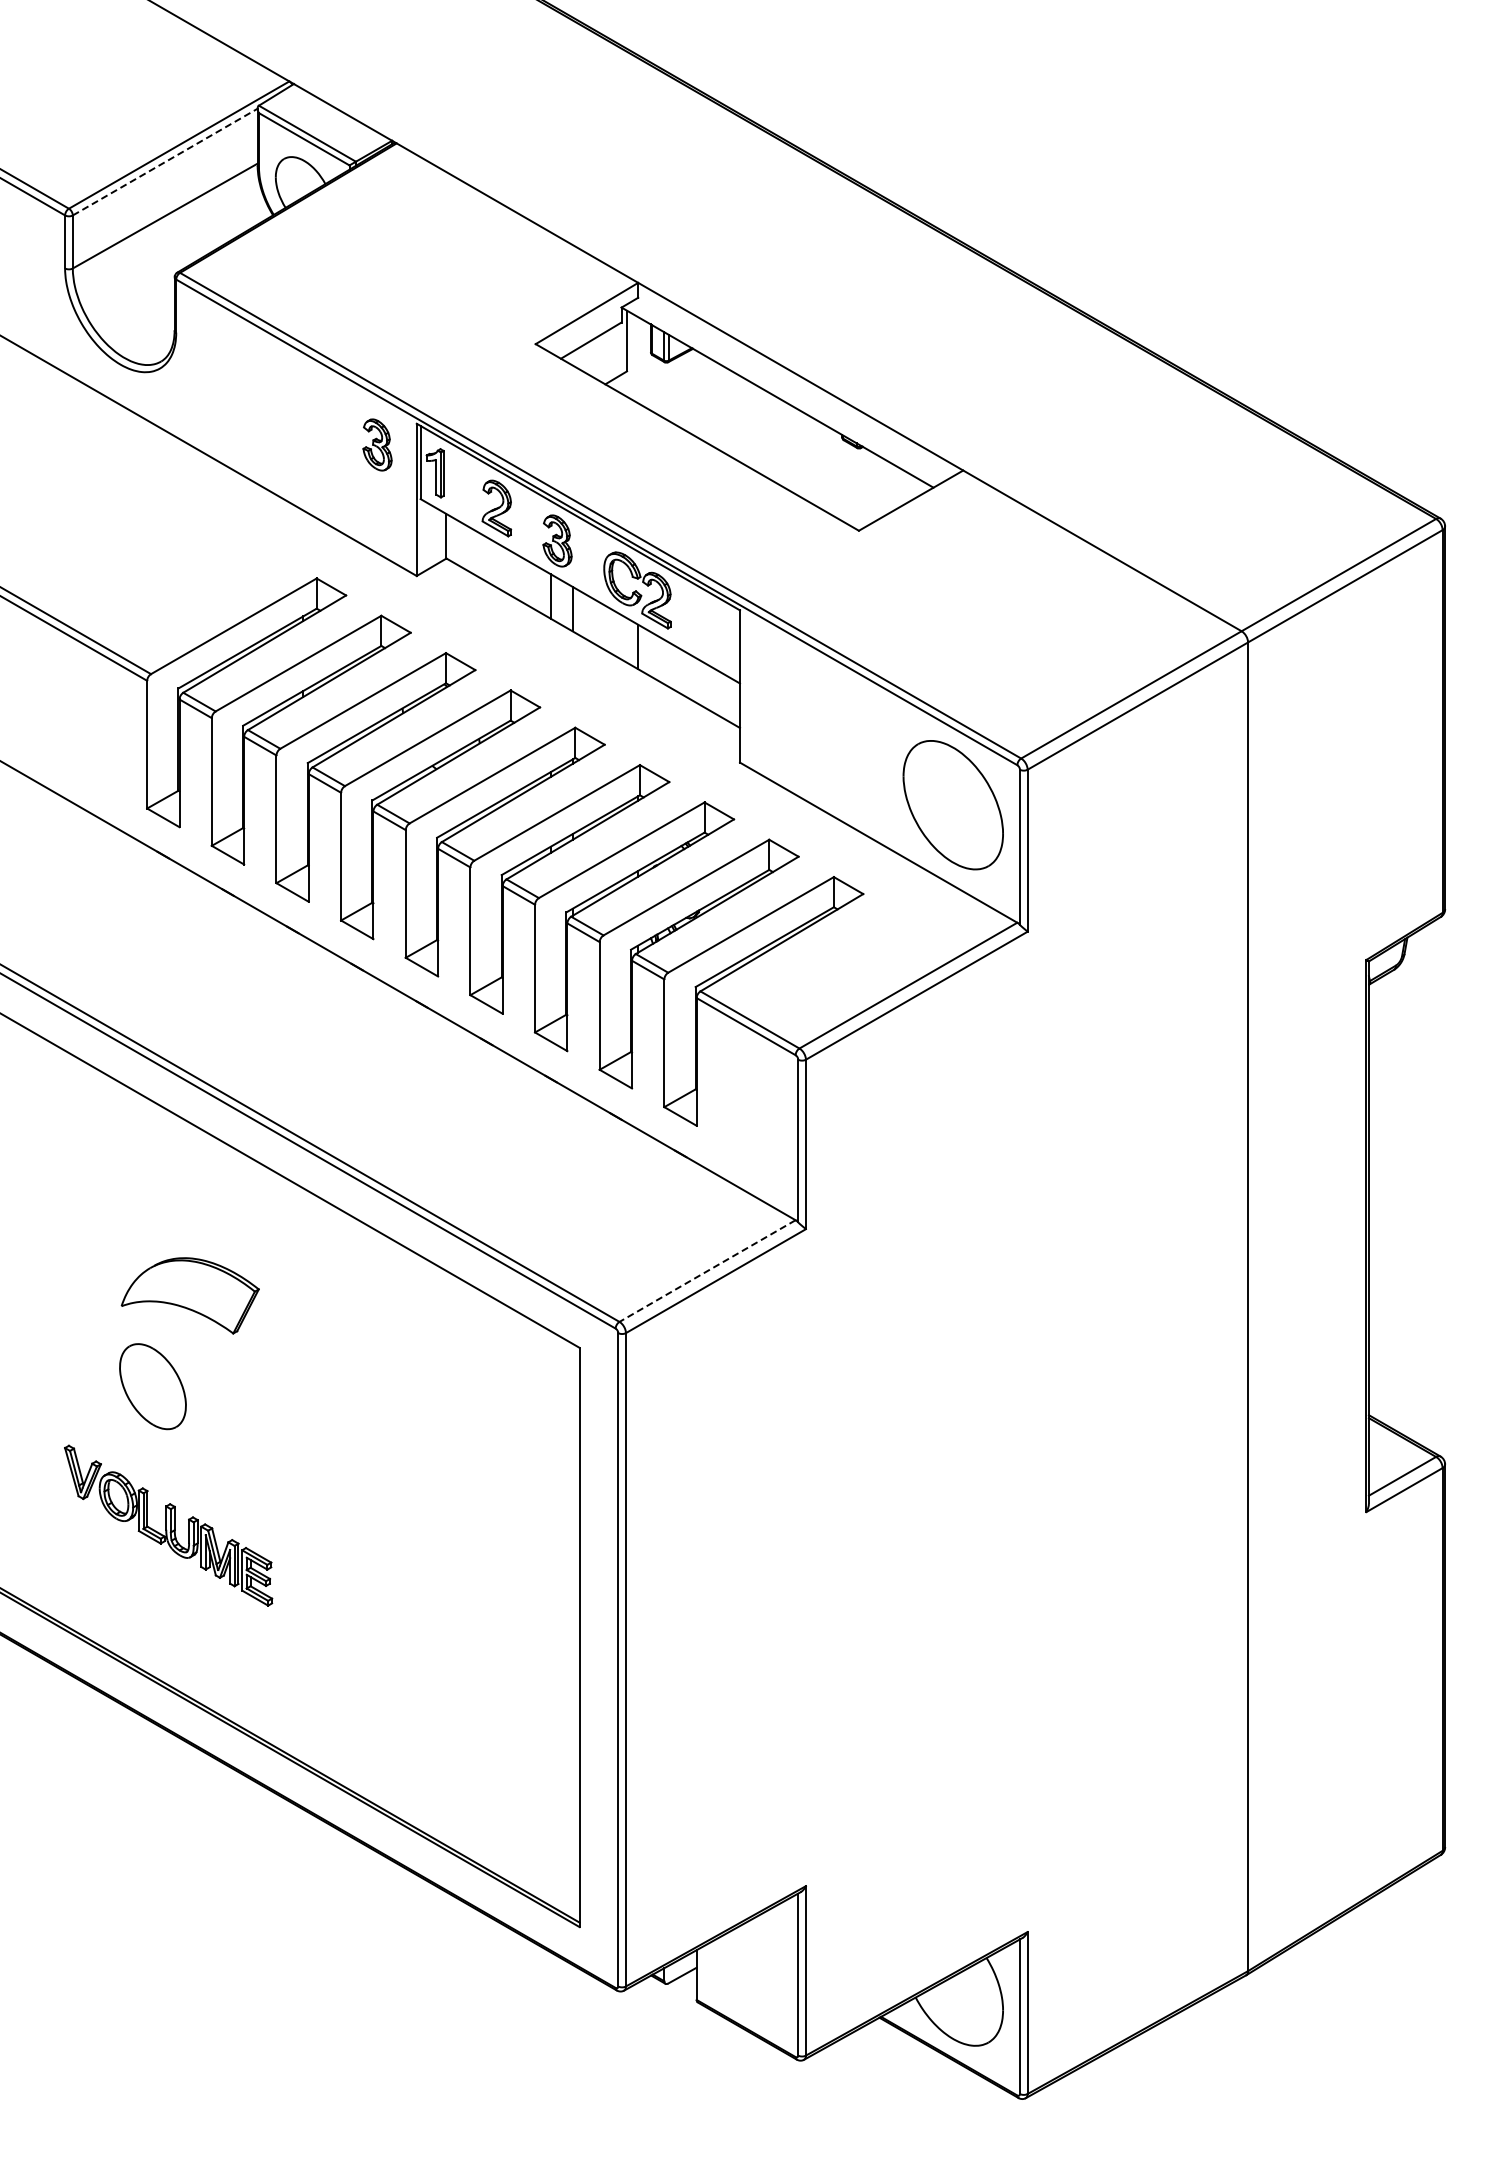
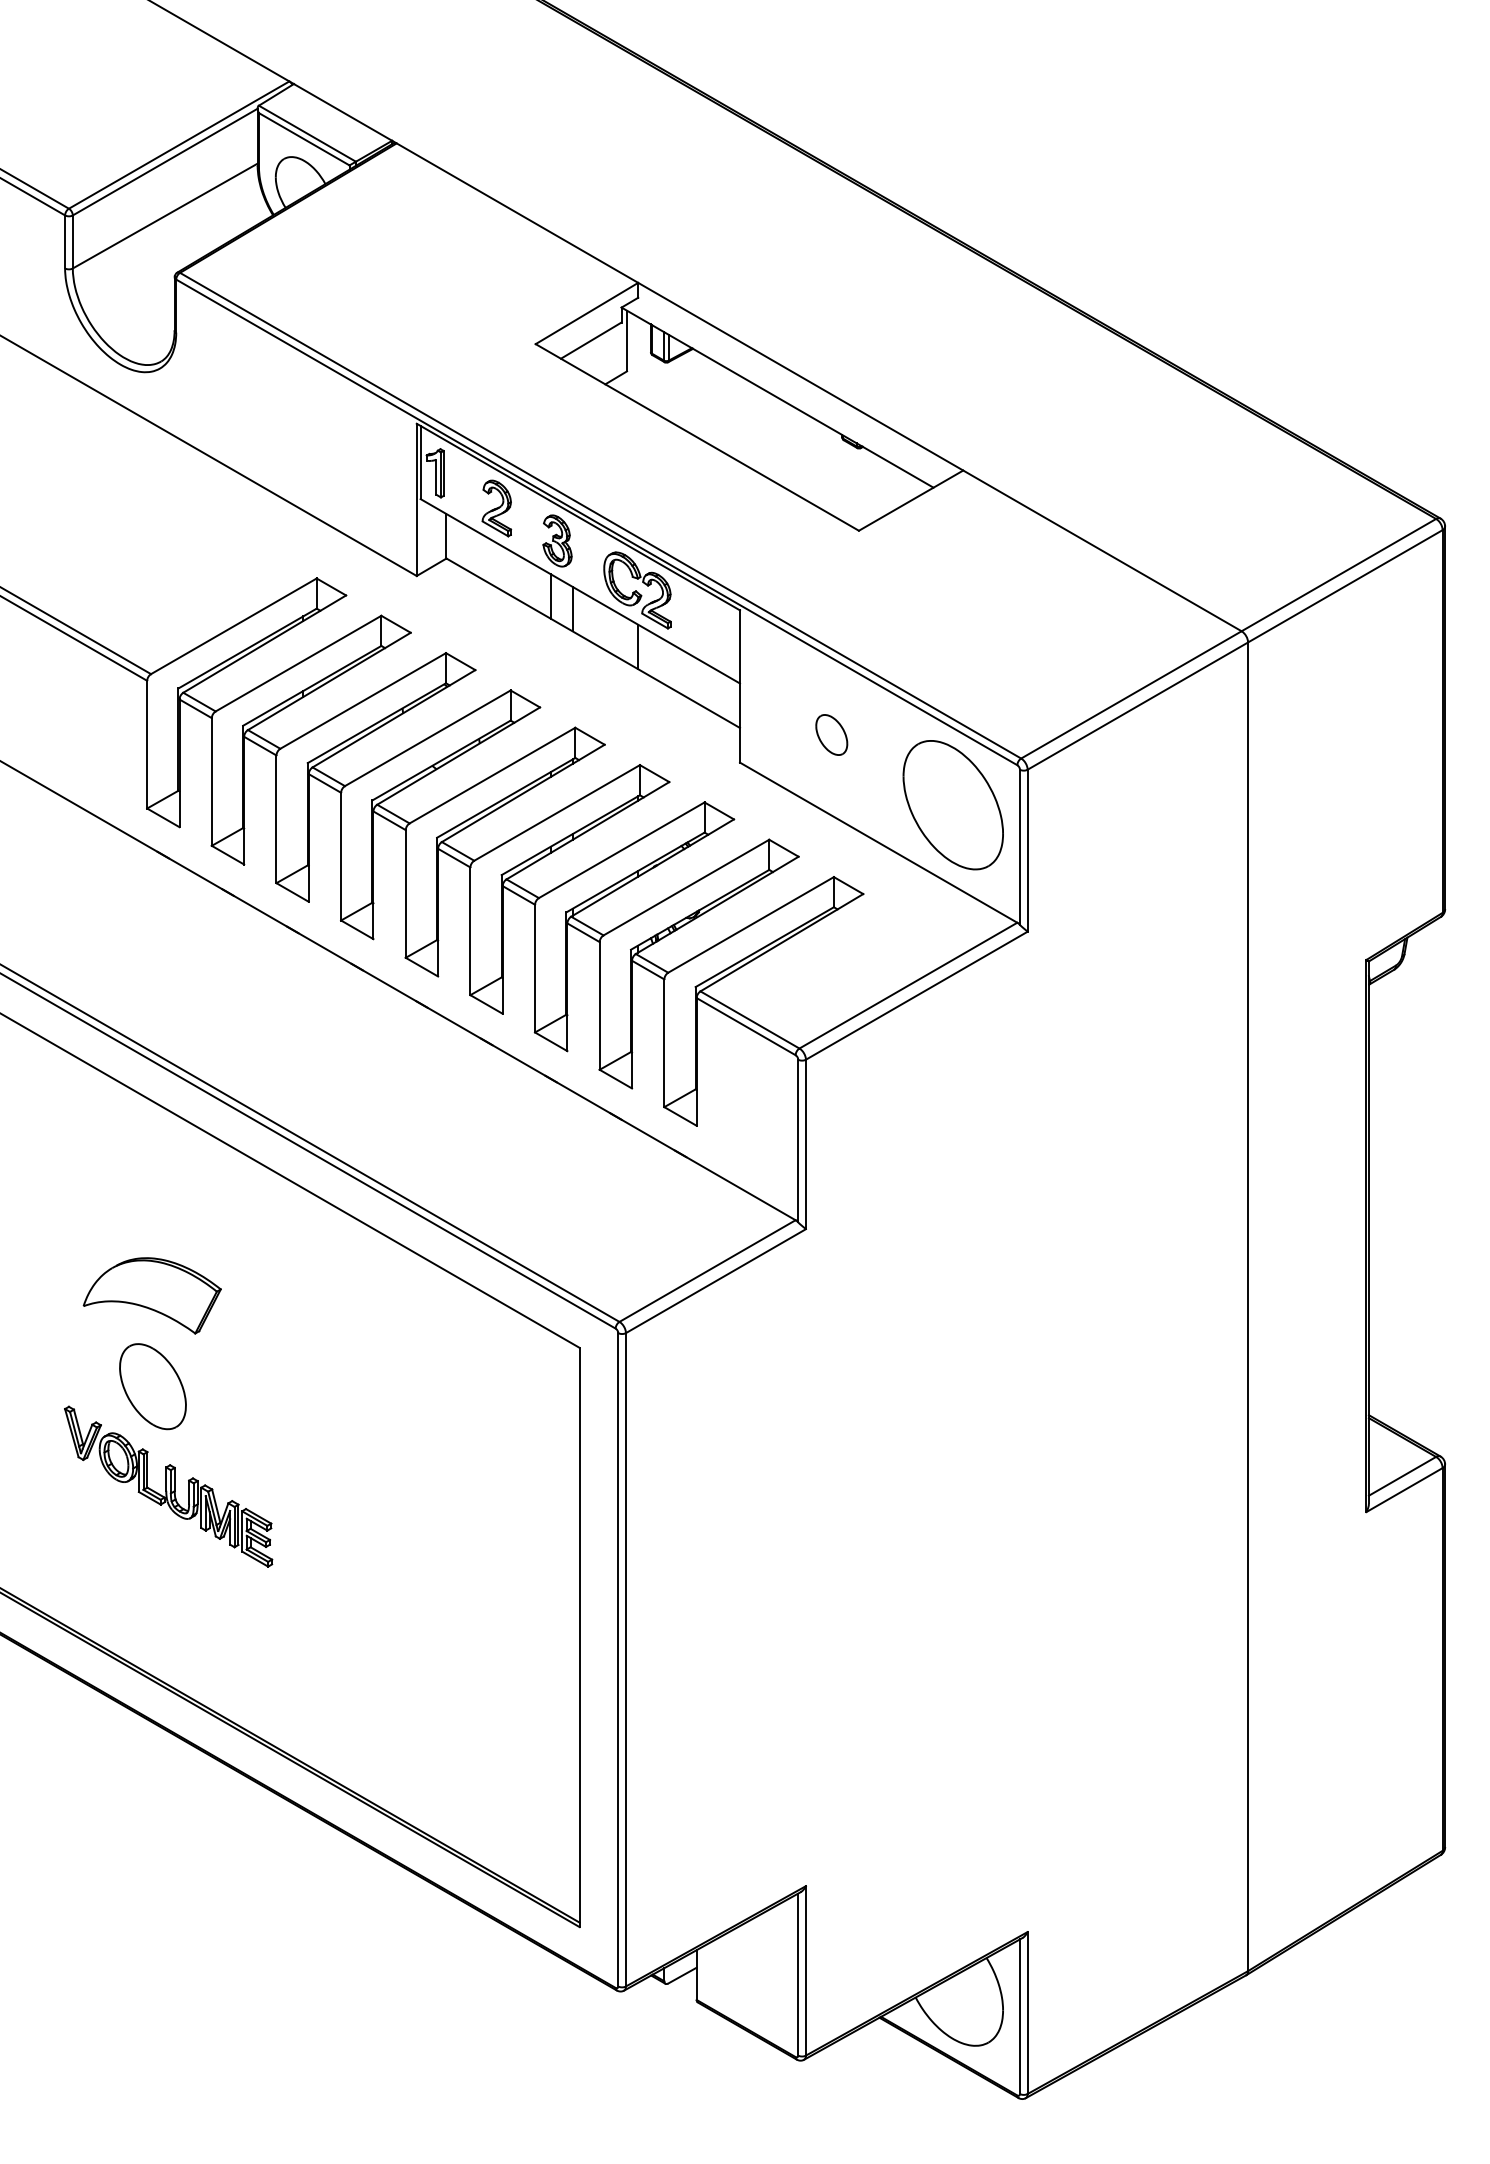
line at (165, 162): dashed -> solid
part at (377, 444): present -> none
part at (831, 734): none -> present
line at (707, 1271): dashed -> solid
part at (189, 1295) position: (189, 1295) -> (151, 1295)
part at (168, 1525) position: (168, 1525) -> (168, 1486)
